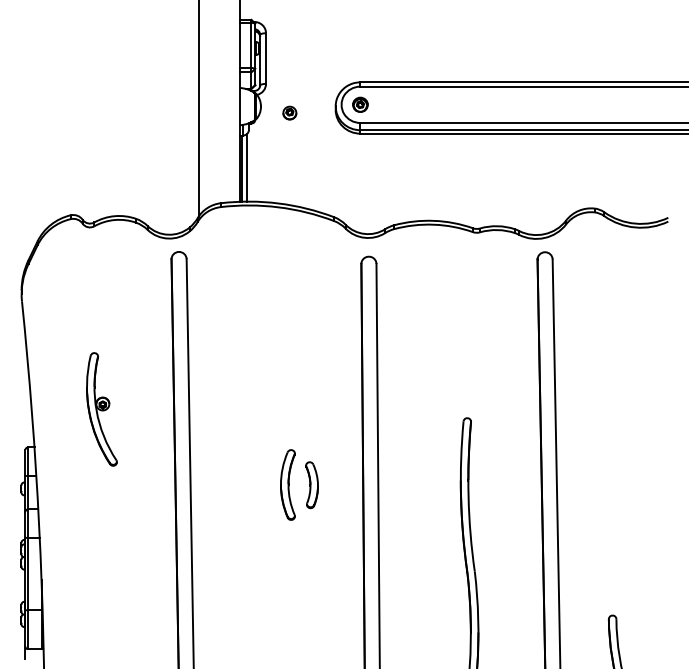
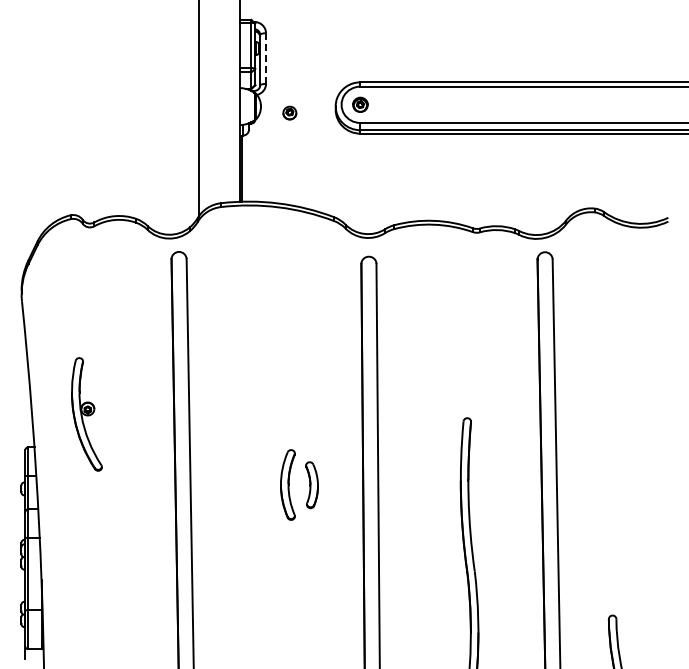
line at (266, 58): solid -> dashed
line at (247, 167): present -> none
part at (101, 409) position: (101, 409) -> (86, 414)
